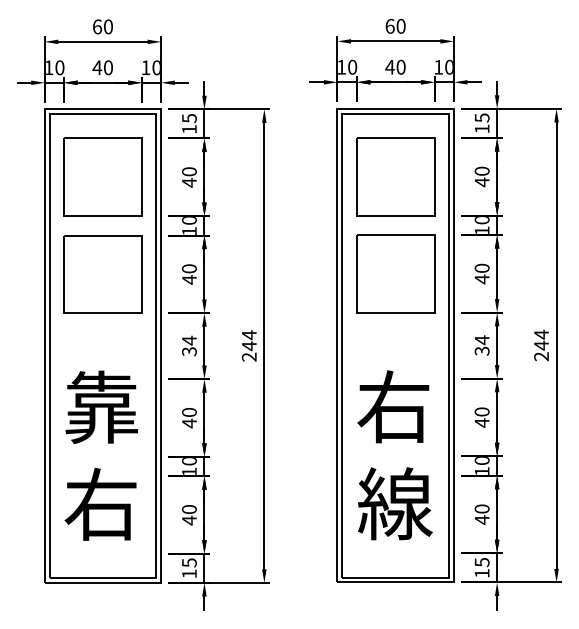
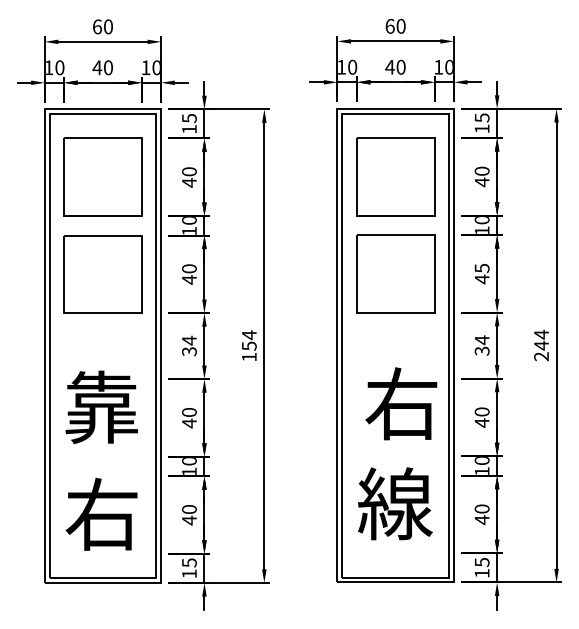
text at (481, 268): 40 -> 45
text at (248, 351): 244 -> 154
text at (393, 406) position: (393, 406) -> (401, 403)
text at (100, 503) position: (100, 503) -> (101, 513)
